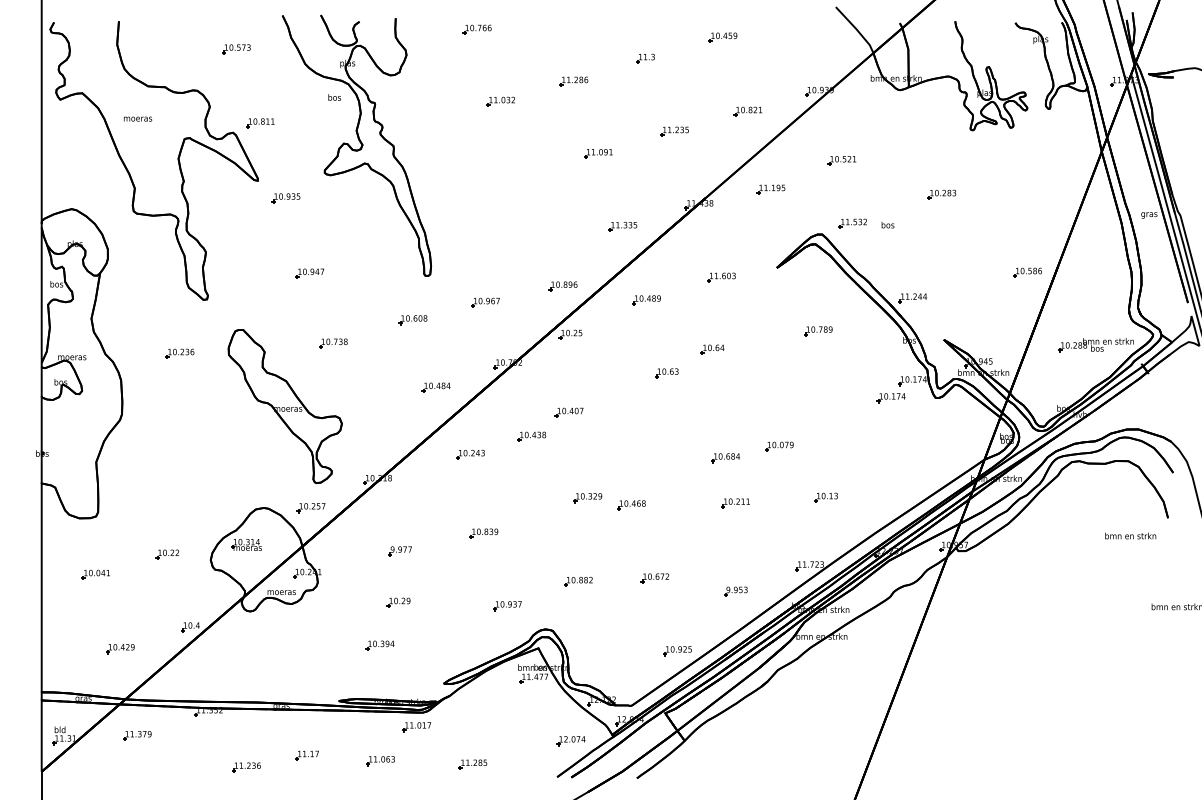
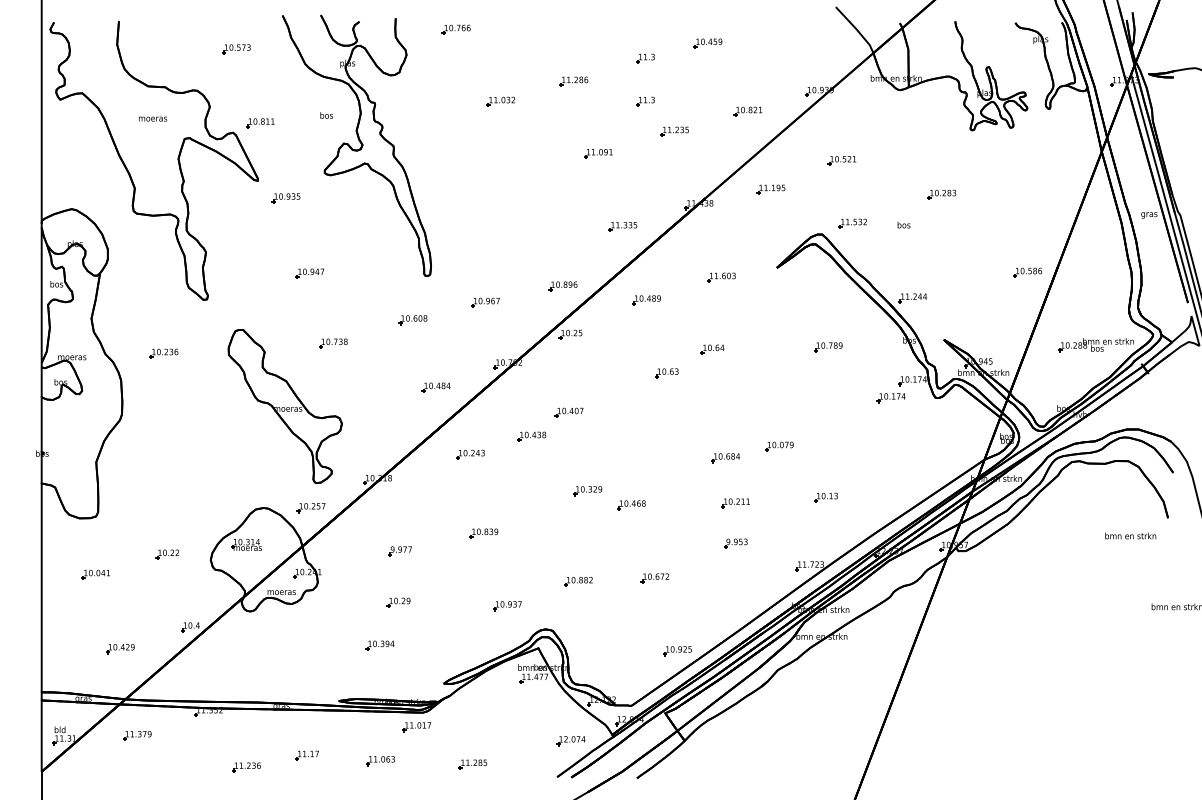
part at (476, 29) position: (476, 29) -> (455, 29)
part at (722, 37) position: (722, 37) -> (707, 43)
text at (334, 97) position: (334, 97) -> (326, 115)
part at (645, 101): none -> present
text at (138, 118) position: (138, 118) -> (153, 118)
text at (887, 225) position: (887, 225) -> (903, 225)
part at (818, 331) position: (818, 331) -> (828, 347)
part at (179, 353) position: (179, 353) -> (163, 353)
part at (587, 498) position: (587, 498) -> (587, 491)
part at (735, 591) position: (735, 591) -> (735, 543)
